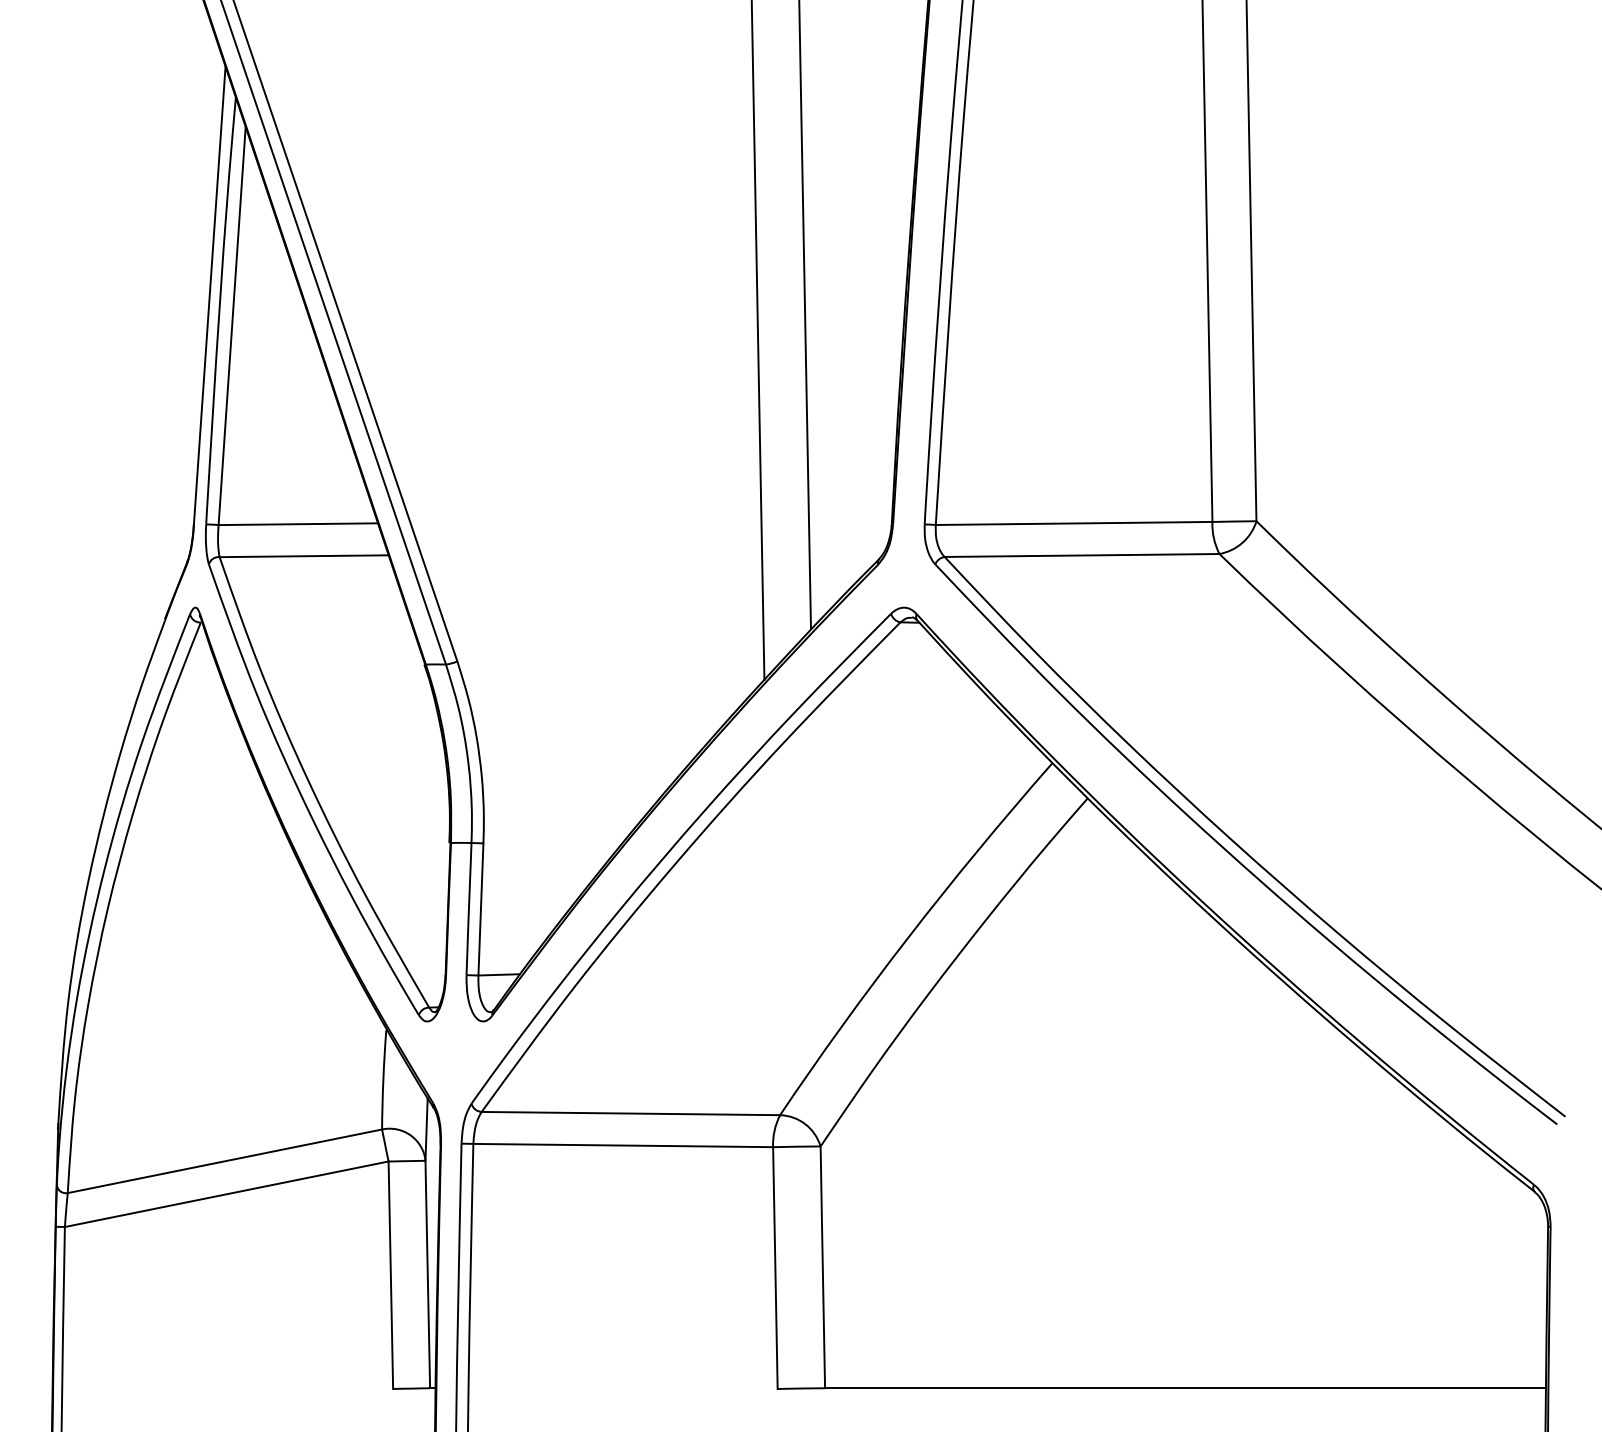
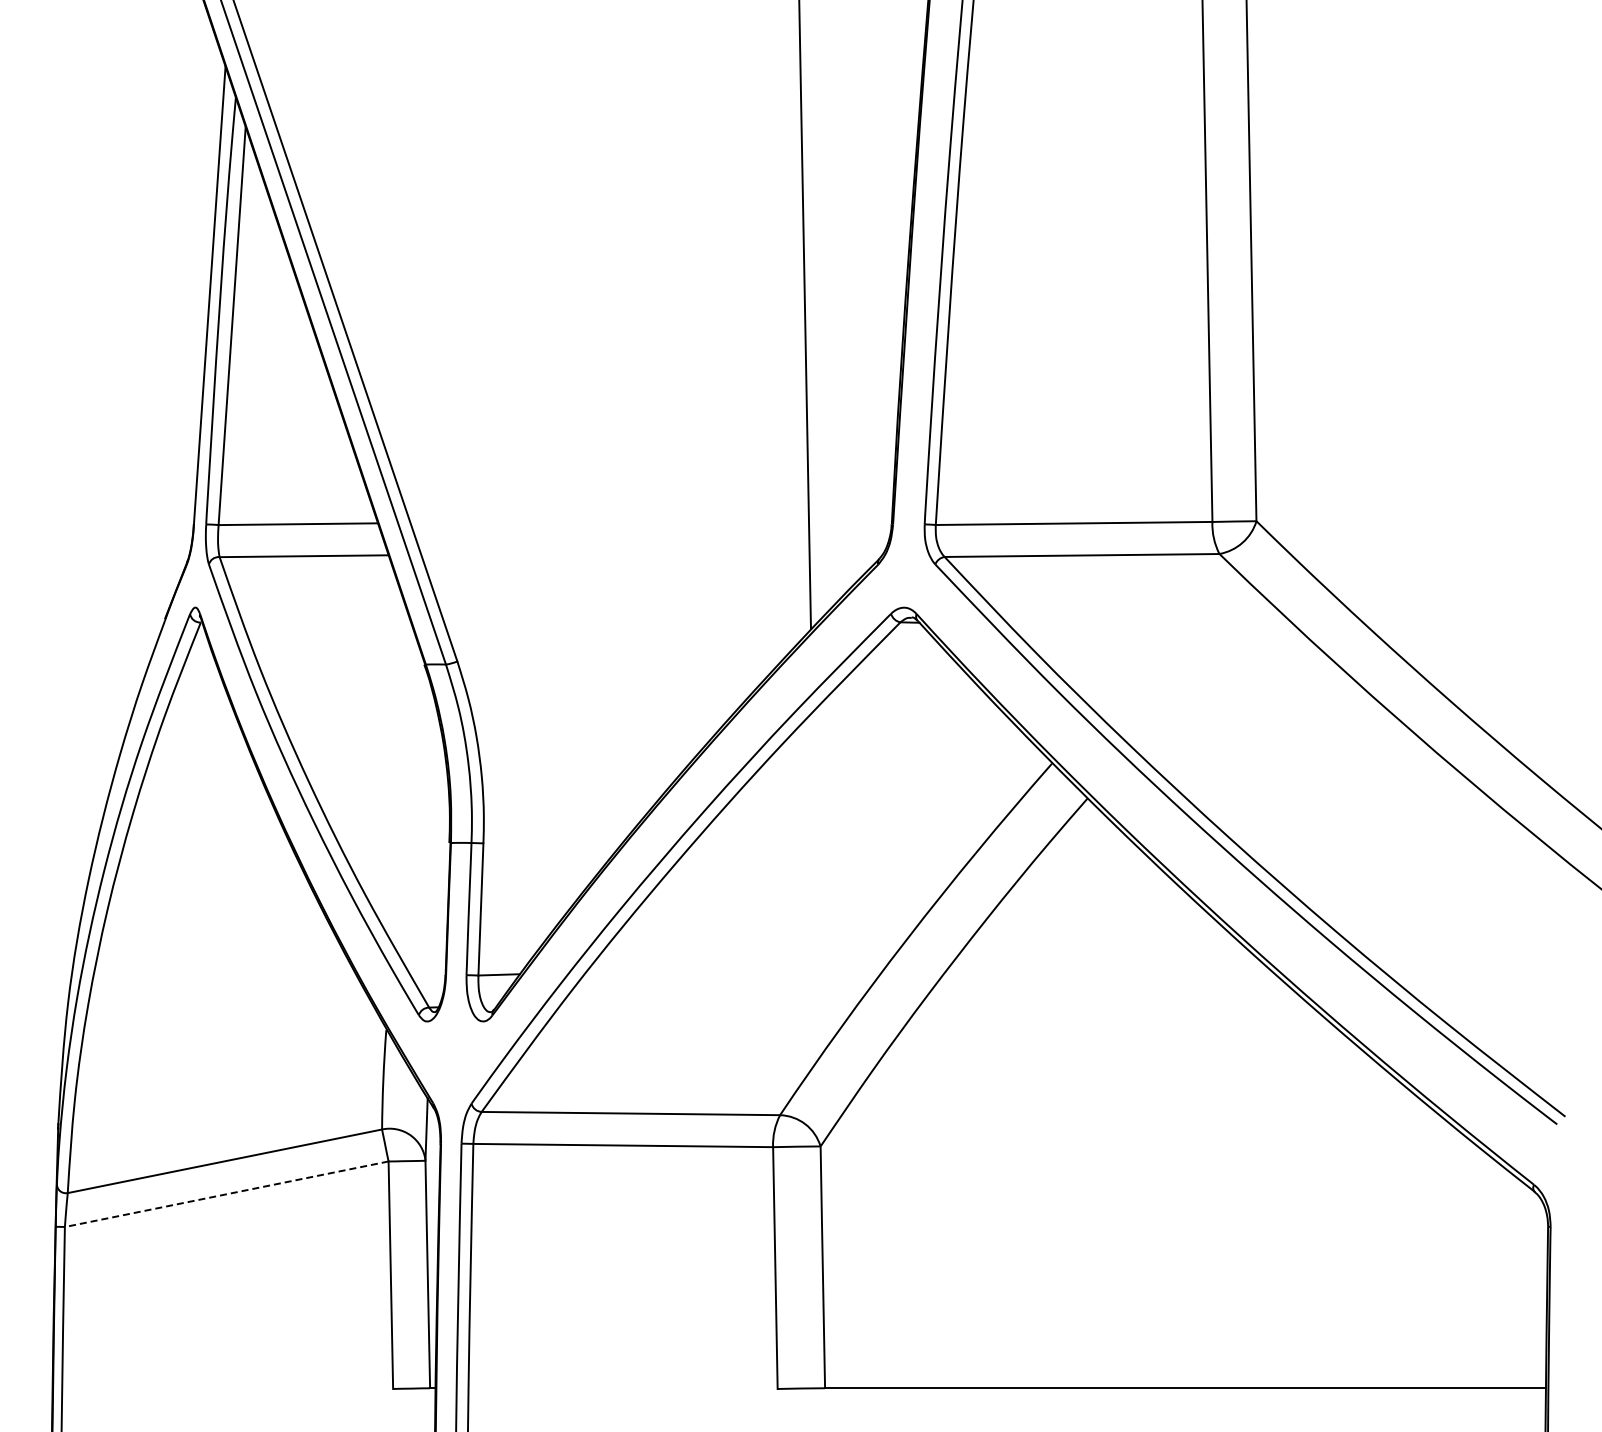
line at (757, 341): present -> none
line at (226, 1194): solid -> dashed
